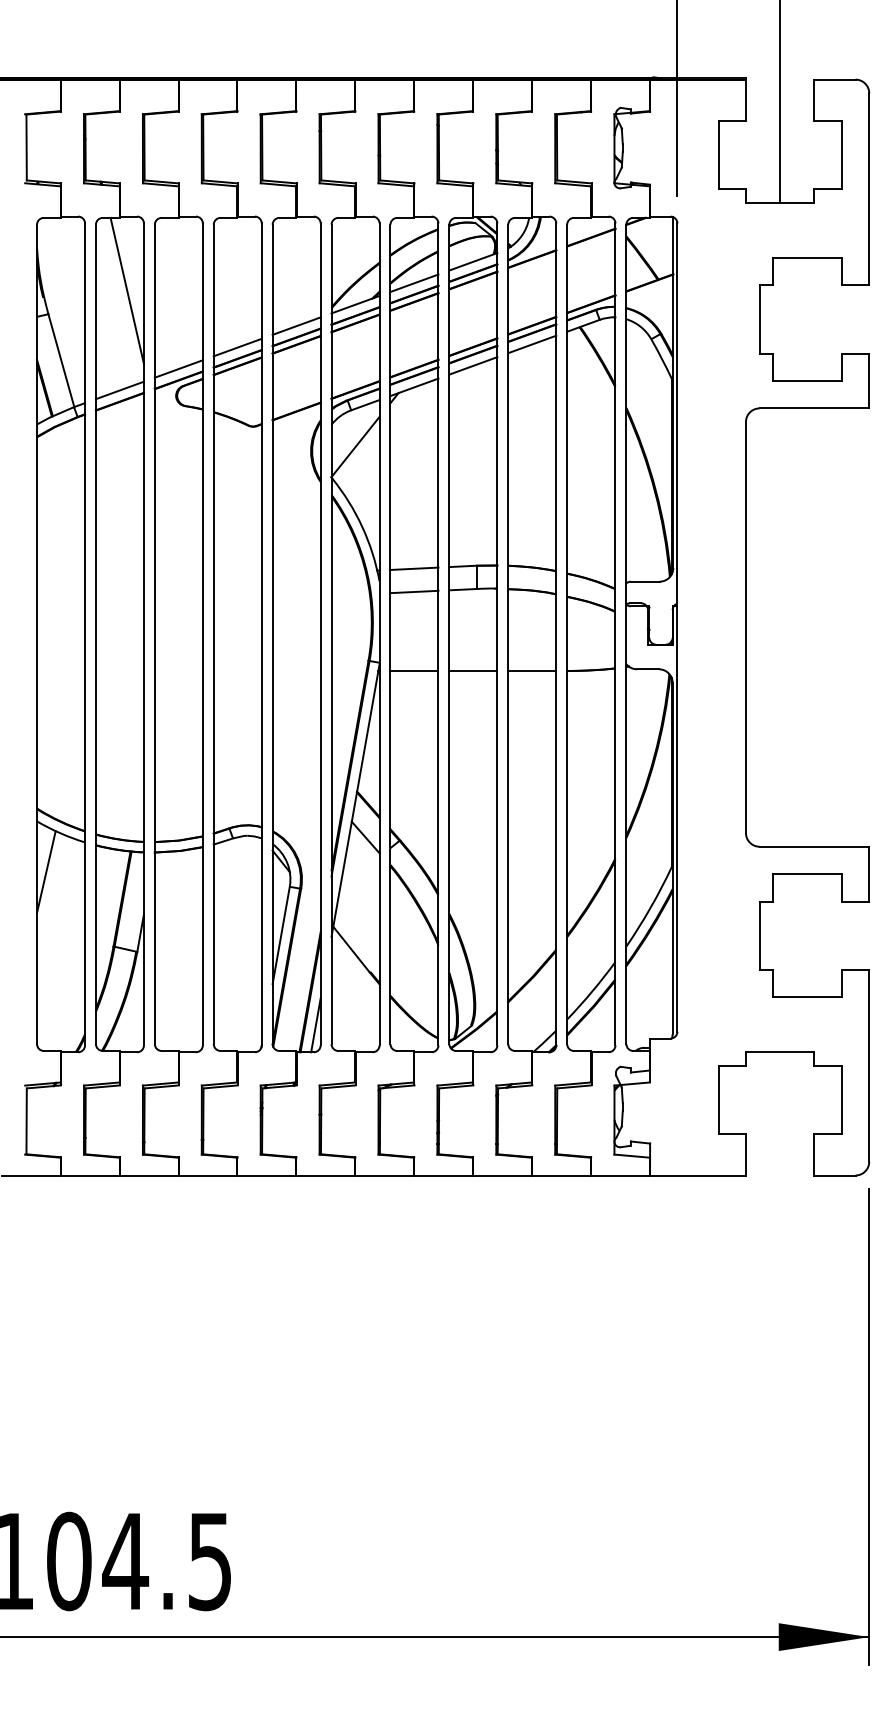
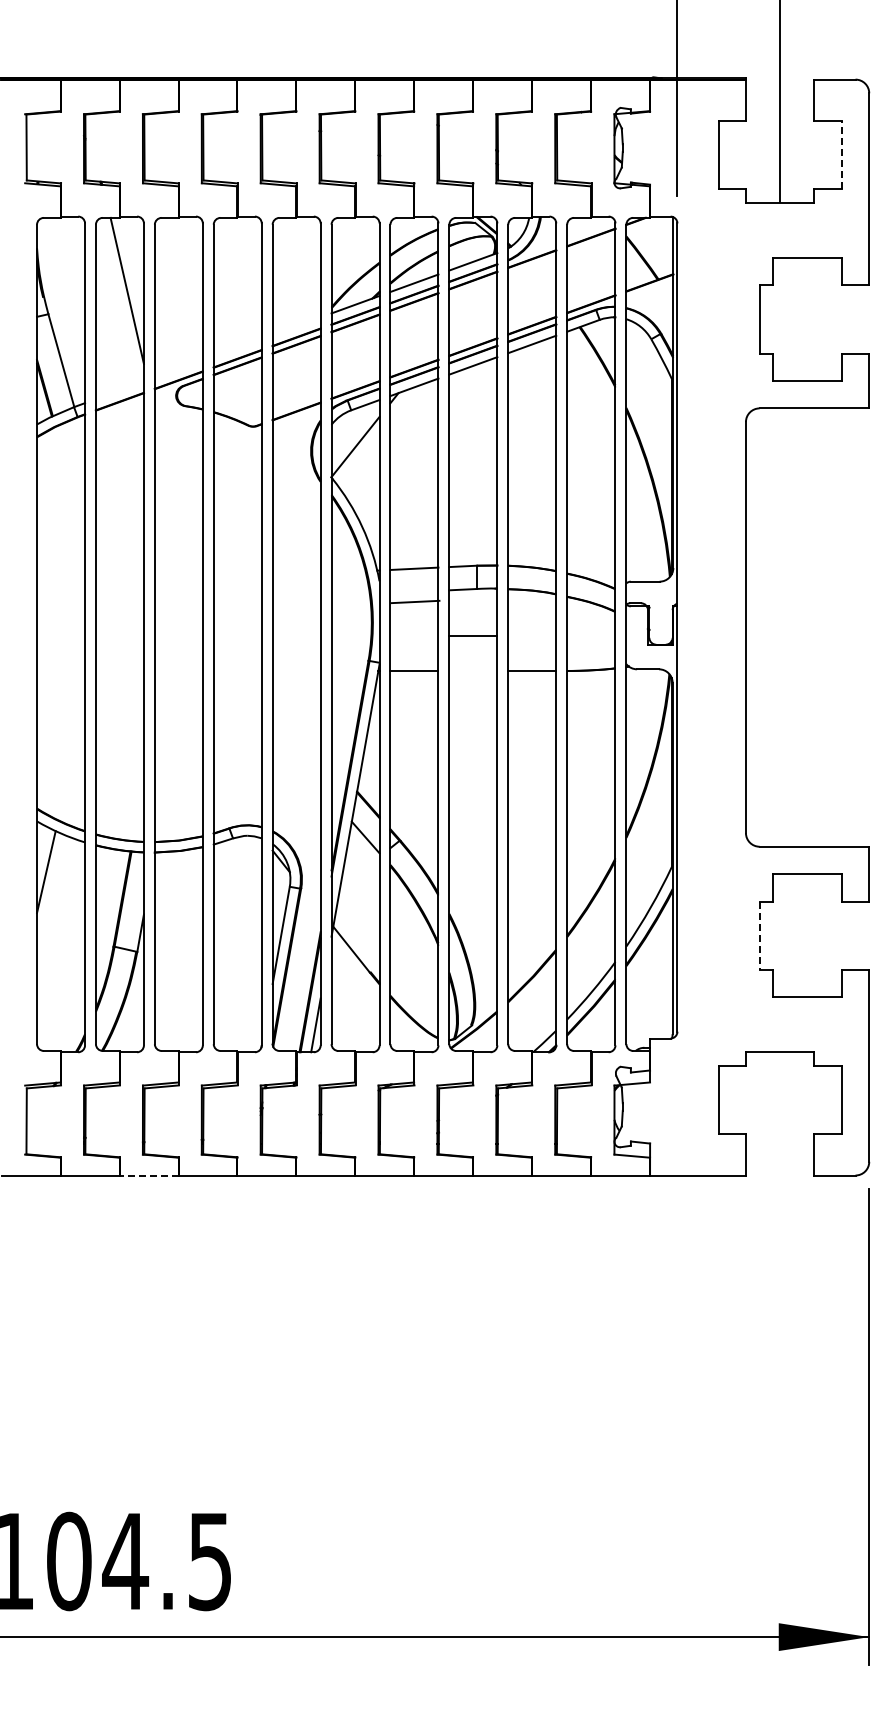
line at (841, 154): solid -> dashed
line at (296, 325): present -> none
line at (237, 347): present -> none
line at (178, 368): present -> none
line at (119, 390): present -> none
line at (414, 591) position: (414, 591) -> (415, 601)
line at (473, 671) position: (473, 671) -> (473, 636)
line at (759, 936): solid -> dashed
line at (148, 1175): solid -> dashed
